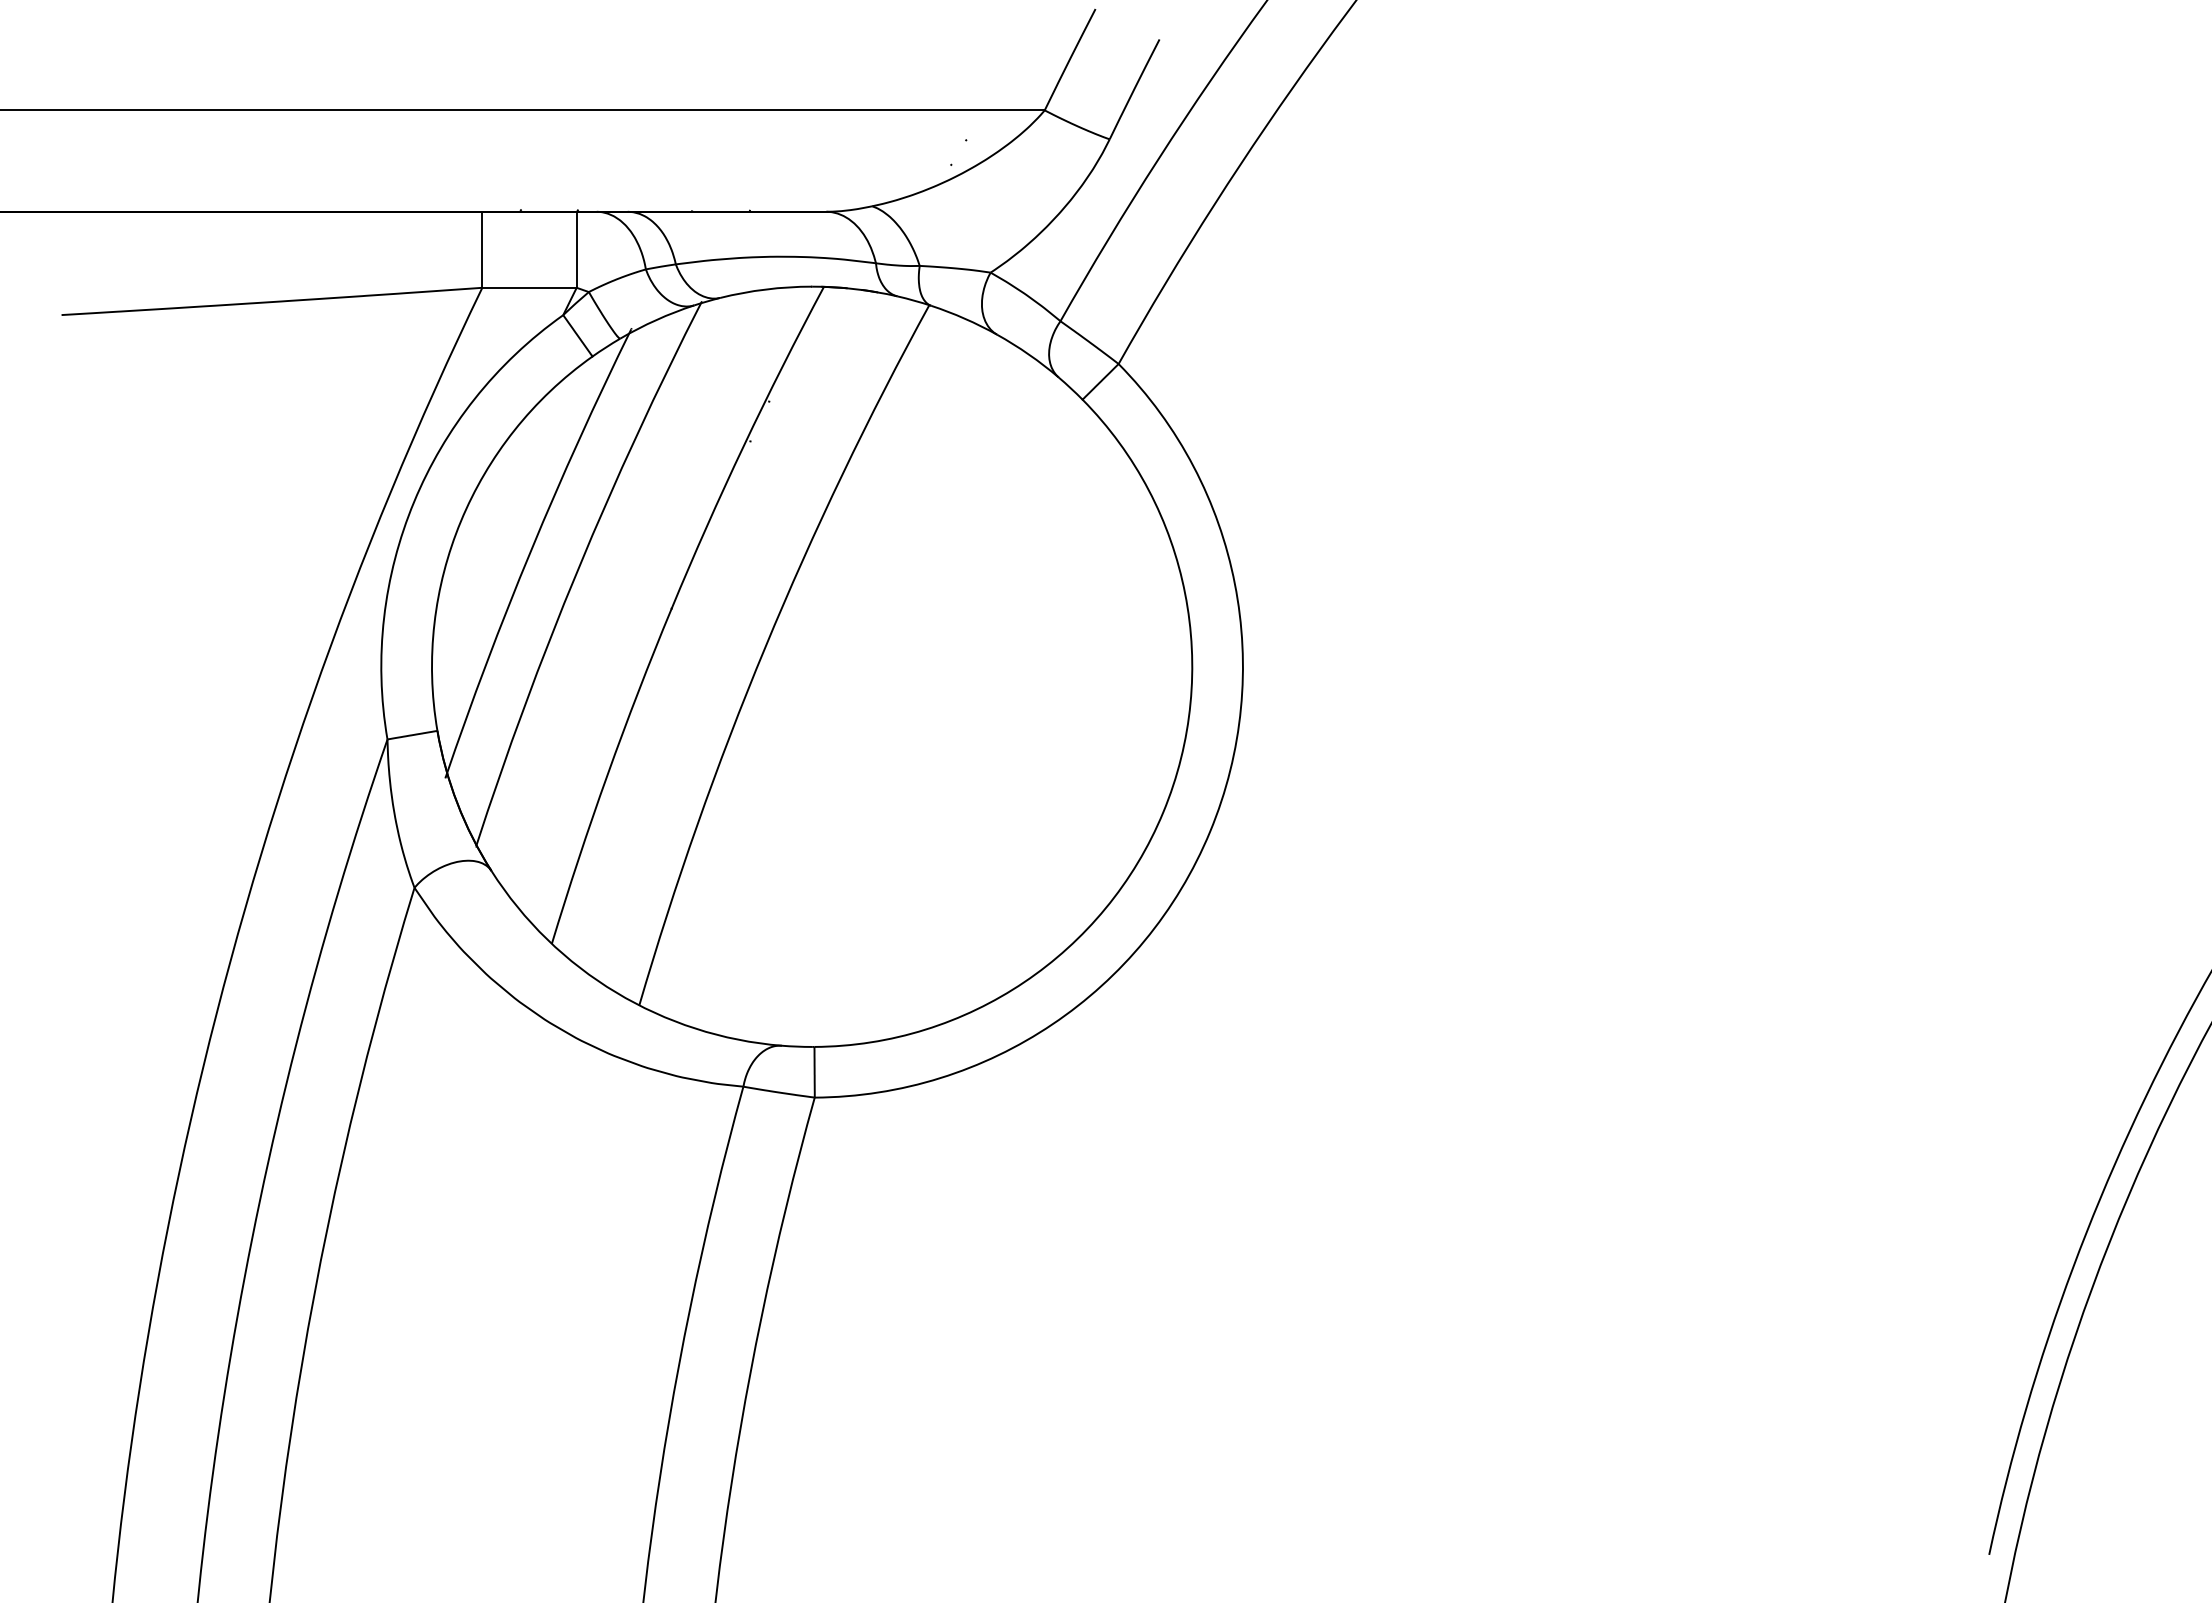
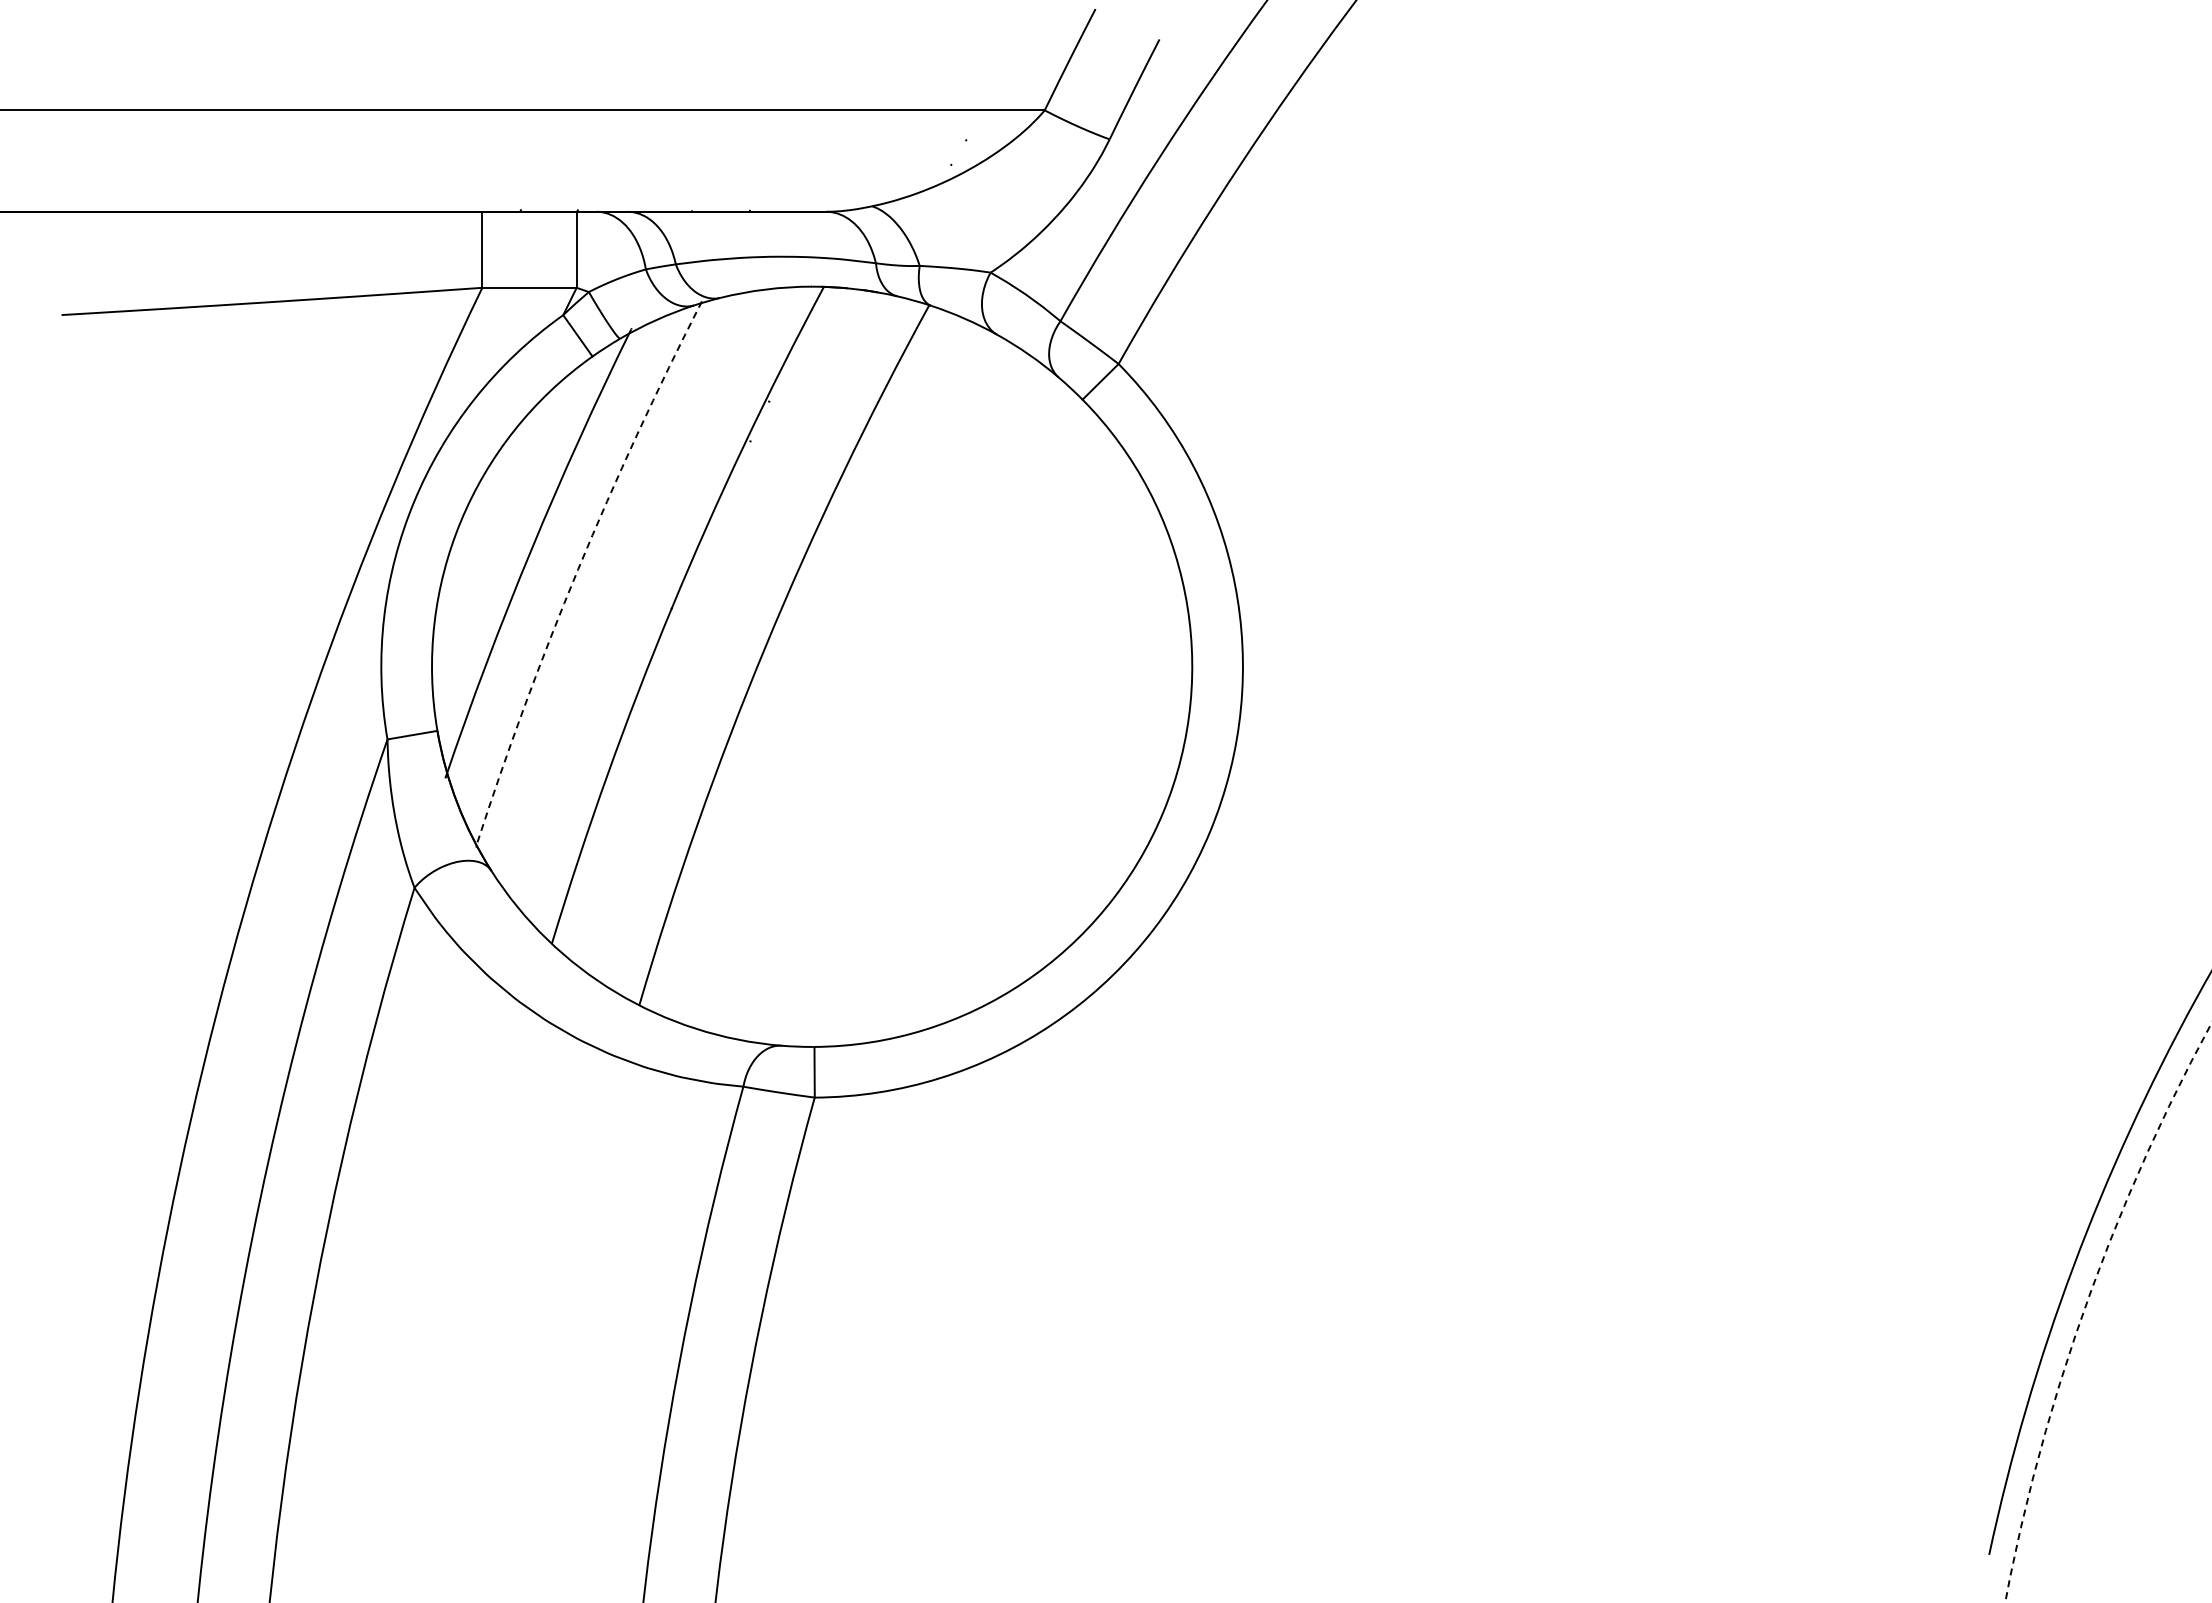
arc at (578, 569): solid -> dashed
arc at (2085, 1306): solid -> dashed
